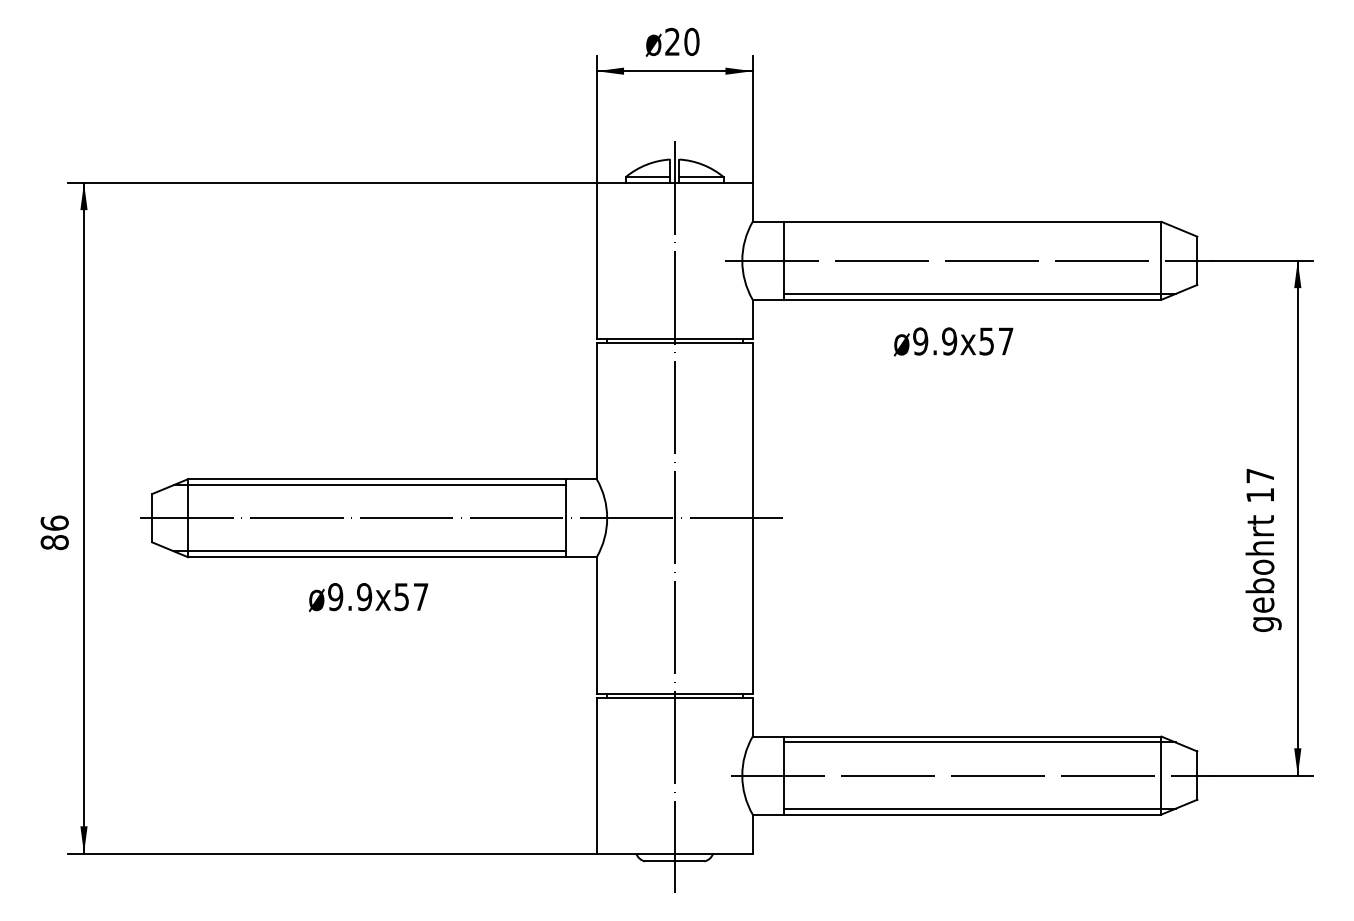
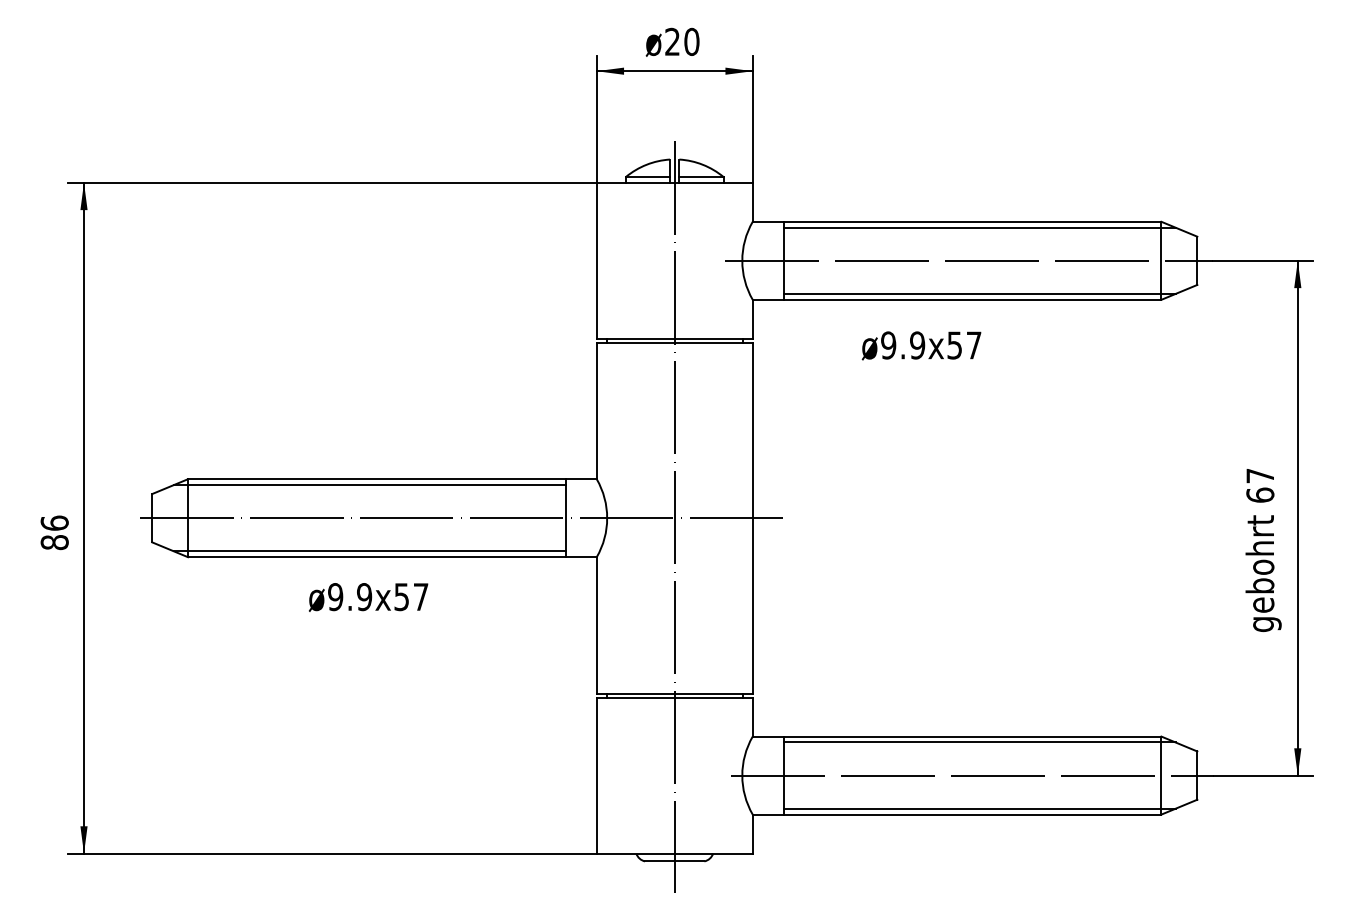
line at (979, 227): none -> present
text at (953, 341) position: (953, 341) -> (921, 345)
text at (1260, 494): 17 -> 67
